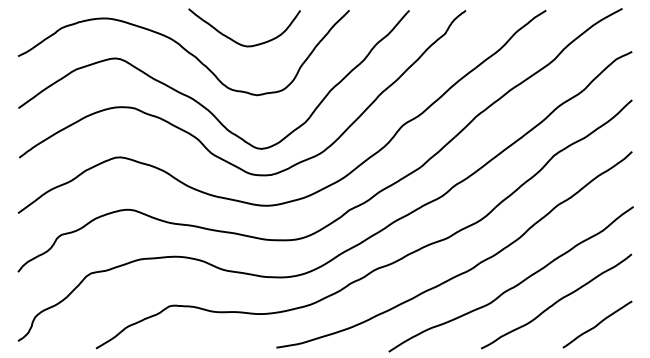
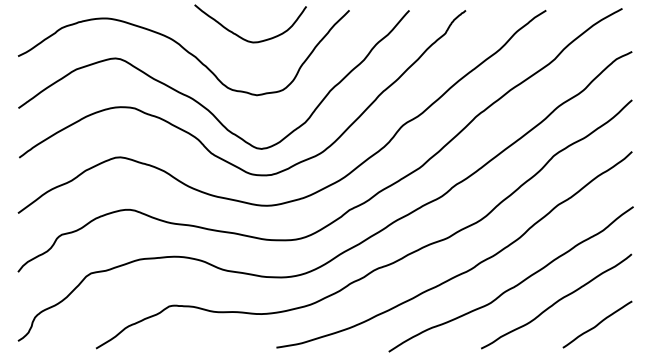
curve at (236, 41) position: (236, 41) -> (242, 37)
